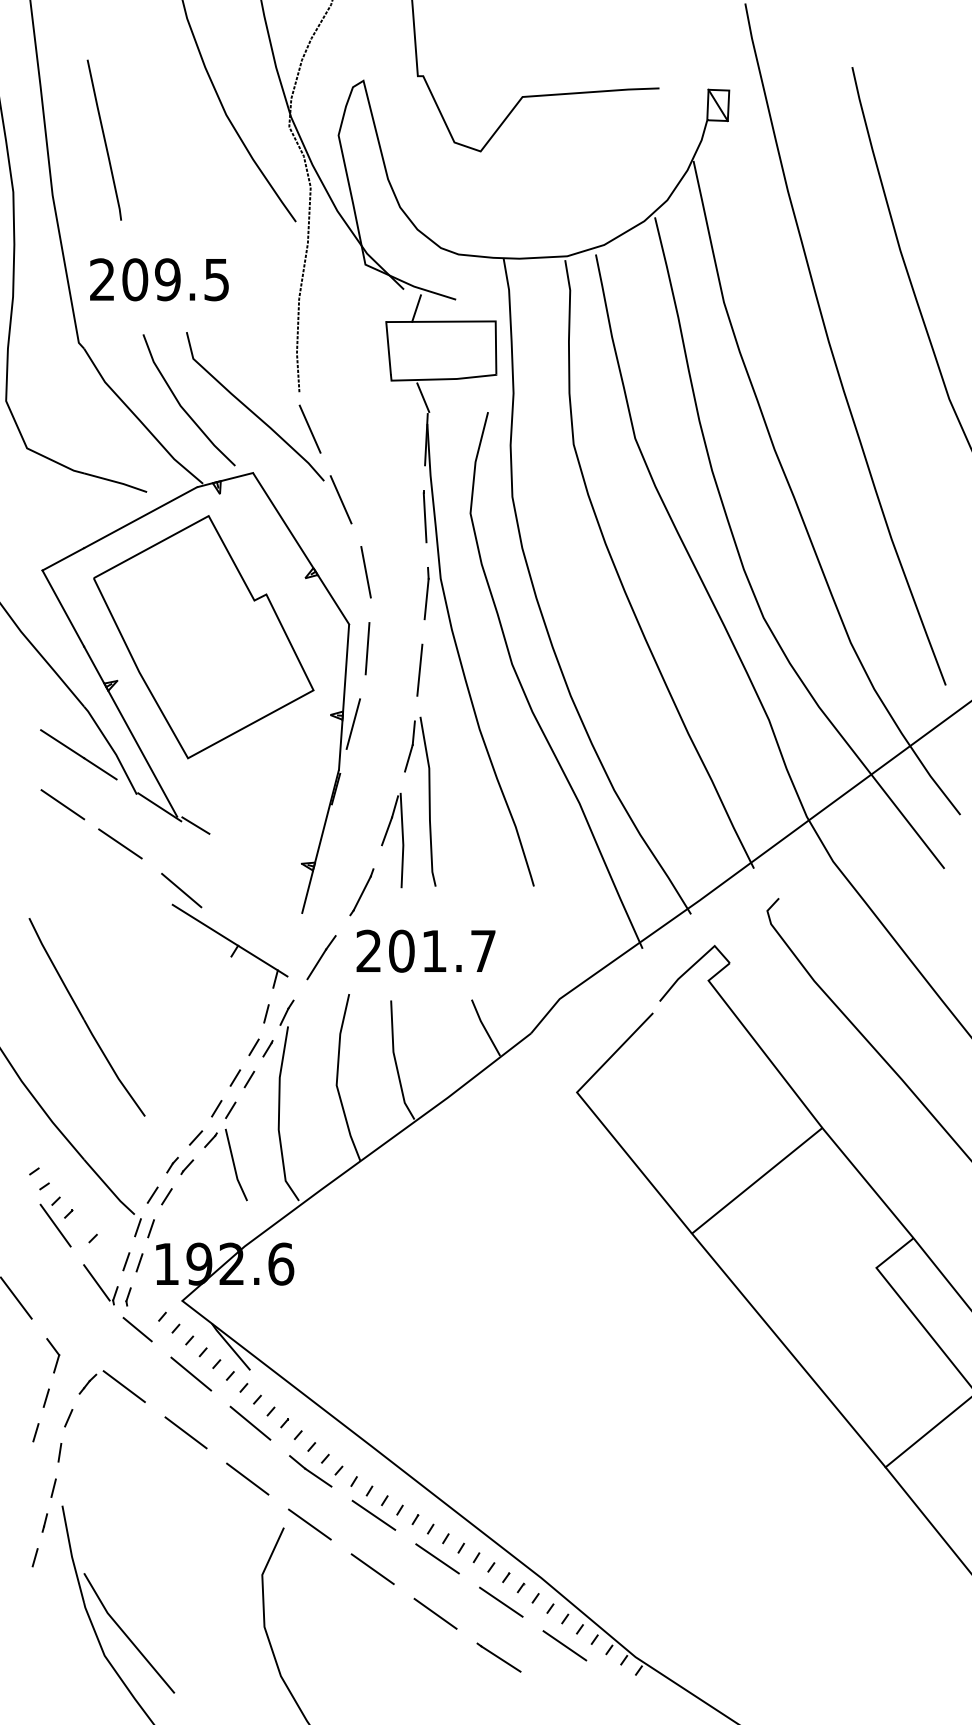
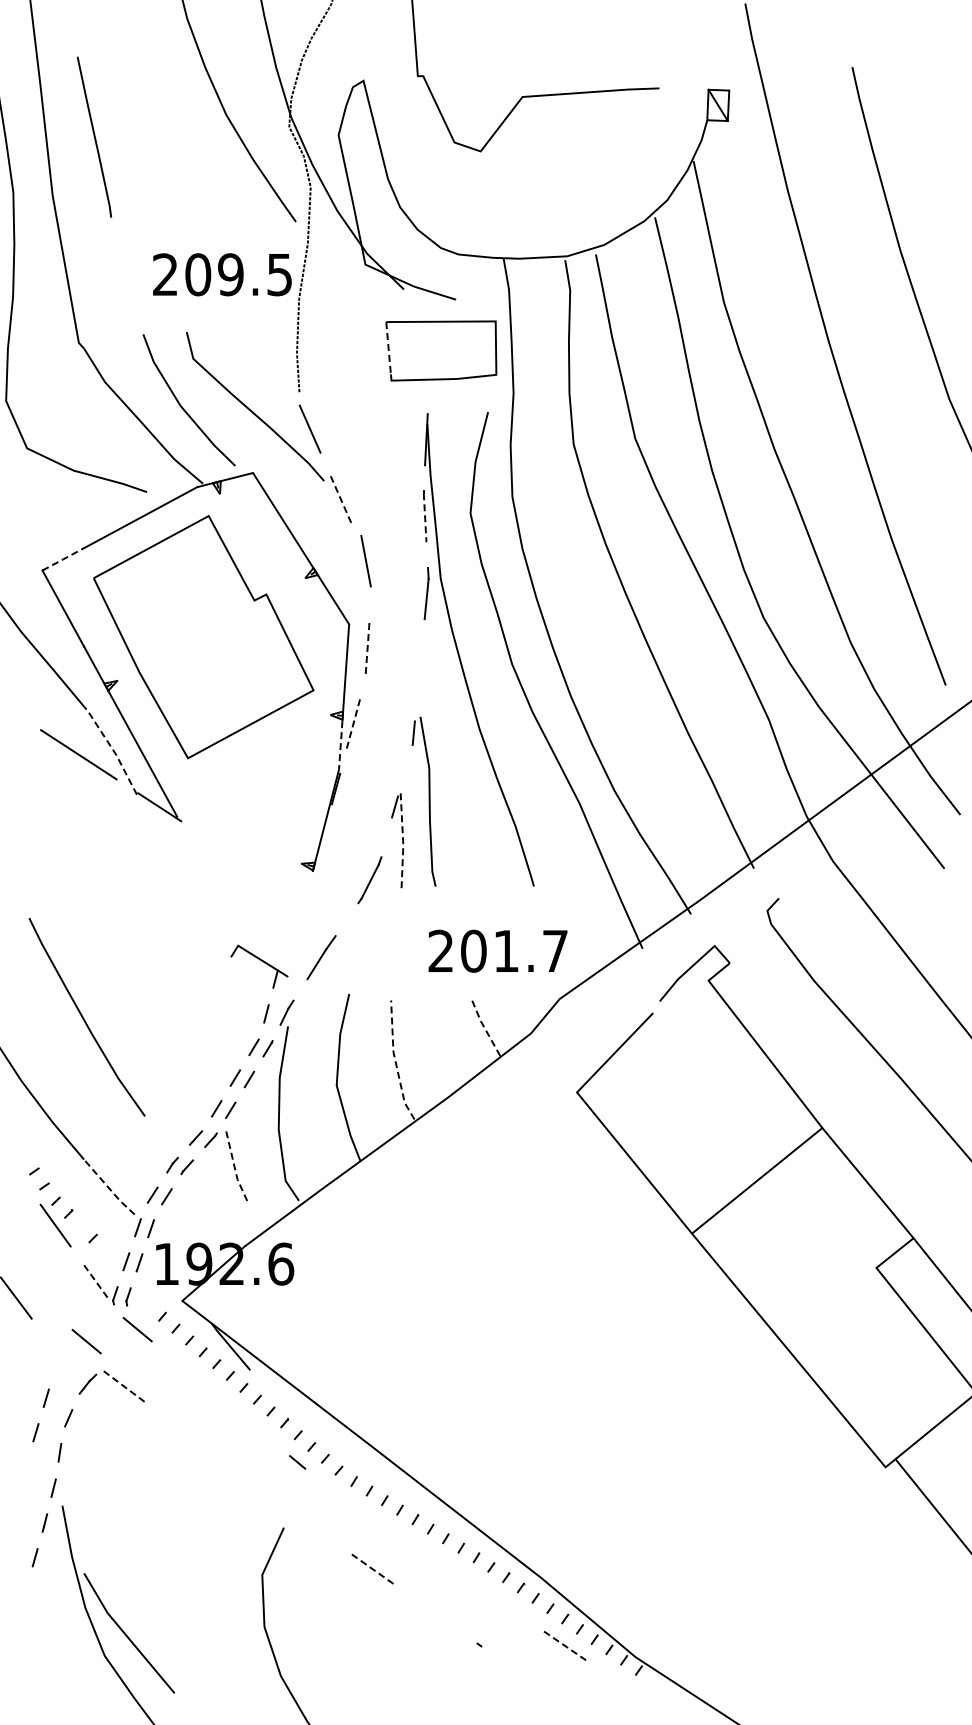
line at (103, 139) position: (103, 139) -> (93, 136)
text at (159, 279) position: (159, 279) -> (222, 274)
line at (416, 308): present -> none
line at (388, 348): solid -> dashed
line at (423, 397): present -> none
line at (341, 499): solid -> dashed
line at (425, 517): solid -> dashed
line at (63, 559): solid -> dashed
line at (365, 572) position: (365, 572) -> (365, 561)
line at (367, 648): solid -> dashed
line at (419, 669): present -> none
line at (353, 724): solid -> dashed
line at (340, 745): solid -> dashed
line at (112, 749): solid -> dashed
line at (408, 757): present -> none
line at (62, 804): present -> none
line at (195, 825): present -> none
line at (387, 831): present -> none
line at (403, 840): solid -> dashed
line at (120, 843): present -> none
line at (181, 890): present -> none
line at (307, 892): present -> none
line at (361, 892) position: (361, 892) -> (369, 880)
line at (205, 924): present -> none
text at (425, 950) position: (425, 950) -> (497, 950)
line at (484, 1027): solid -> dashed
line at (395, 1061): solid -> dashed
line at (234, 1165): solid -> dashed
line at (108, 1187): solid -> dashed
line at (96, 1282): solid -> dashed
line at (86, 1341): none -> present
part at (53, 1355): present -> none
line at (191, 1373): present -> none
line at (124, 1386): solid -> dashed
line at (250, 1422): present -> none
line at (185, 1432): present -> none
line at (318, 1477): present -> none
line at (247, 1478): present -> none
line at (373, 1514): present -> none
line at (926, 1518) position: (926, 1518) -> (931, 1504)
line at (309, 1524): present -> none
line at (437, 1558): present -> none
line at (372, 1569): solid -> dashed
line at (501, 1601): present -> none
line at (435, 1613): present -> none
line at (564, 1645): solid -> dashed
line at (500, 1658): present -> none
